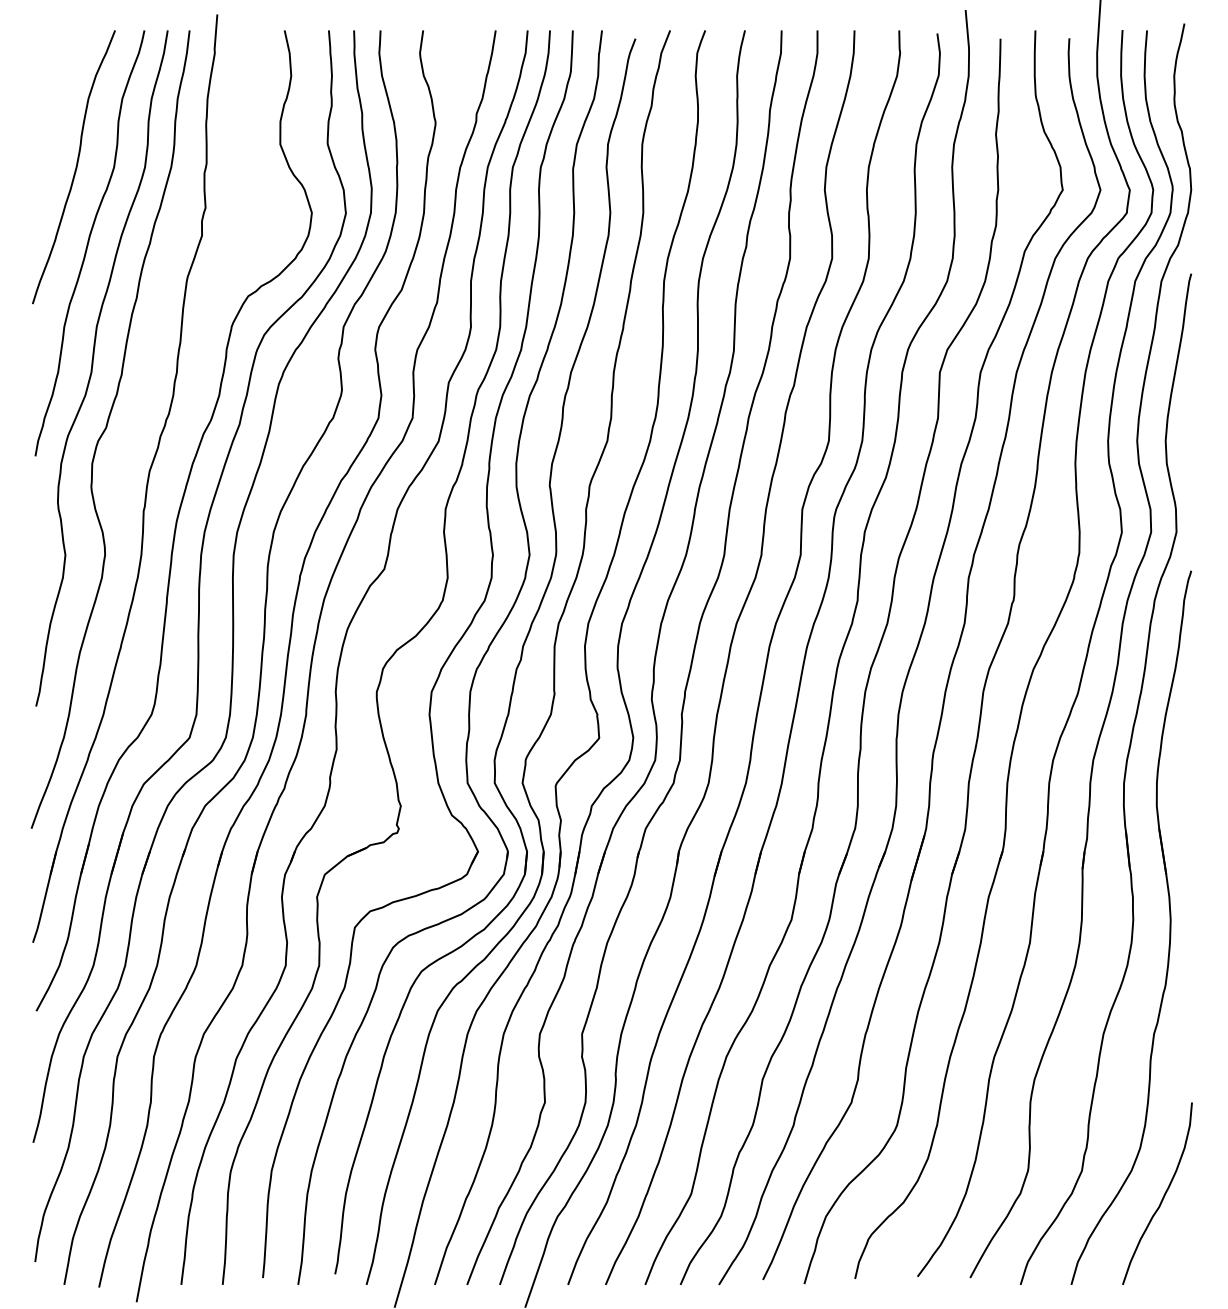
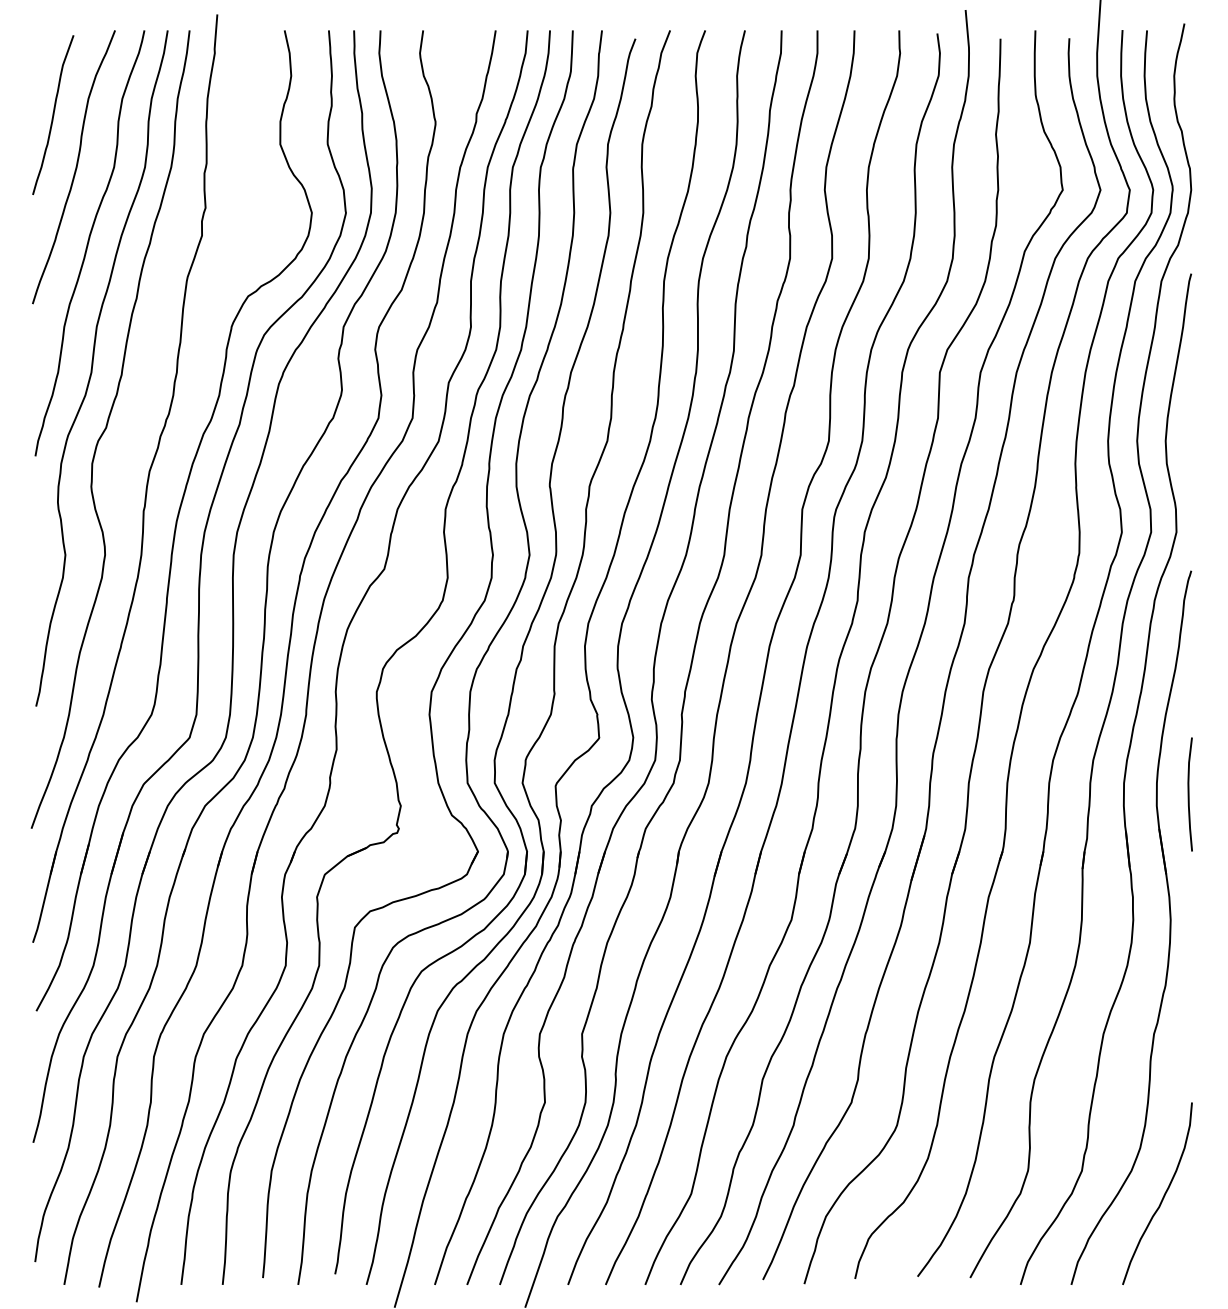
curve at (53, 114): none -> present
curve at (1189, 794): none -> present
